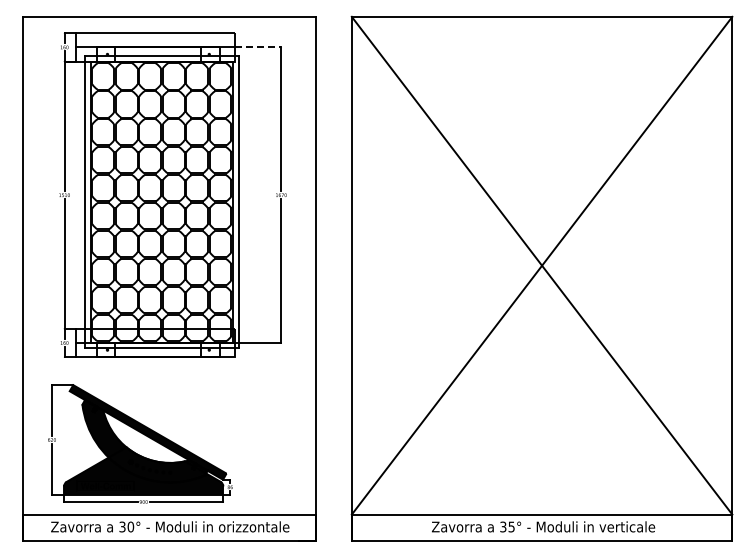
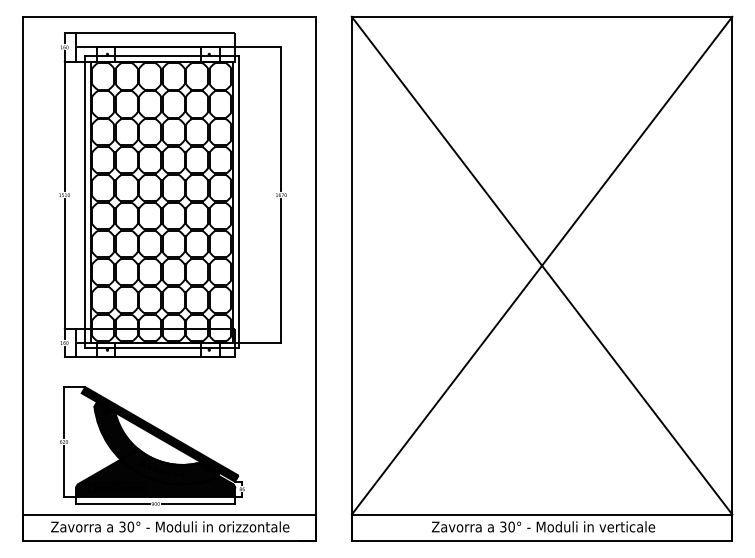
line at (258, 47): dashed -> solid
part at (140, 443) position: (140, 443) -> (152, 445)
text at (511, 526): 35° -> 30°
